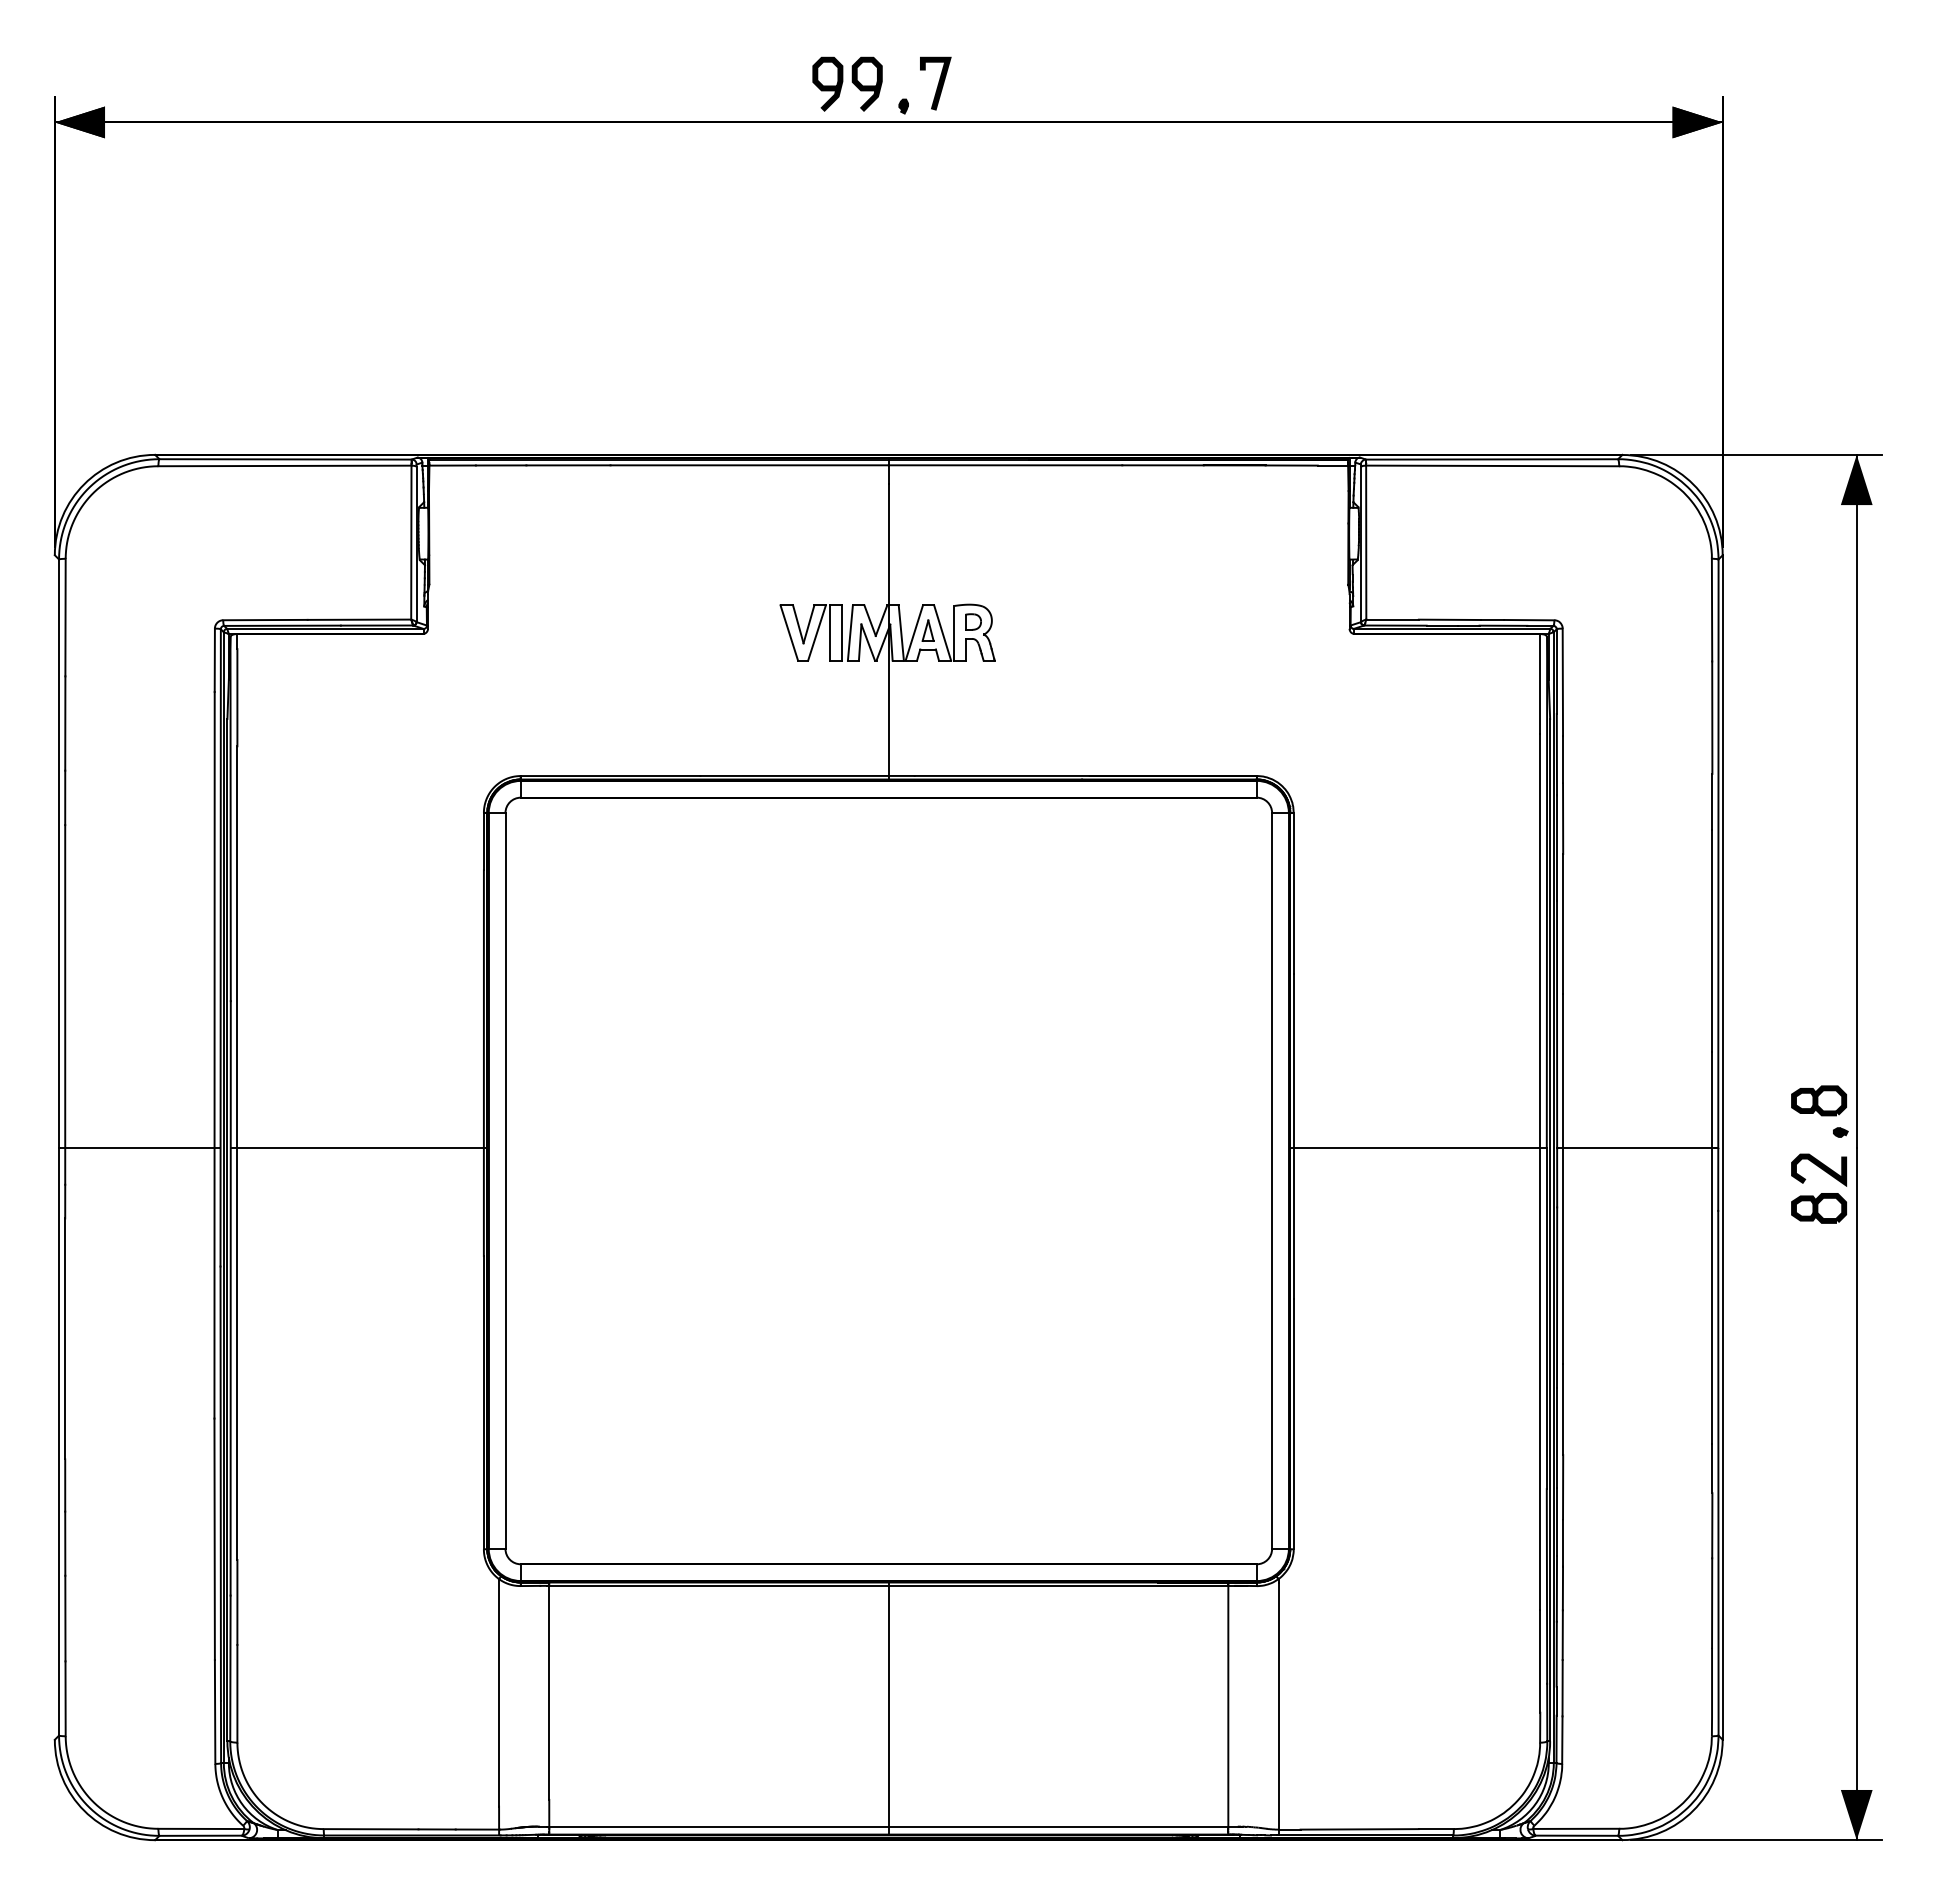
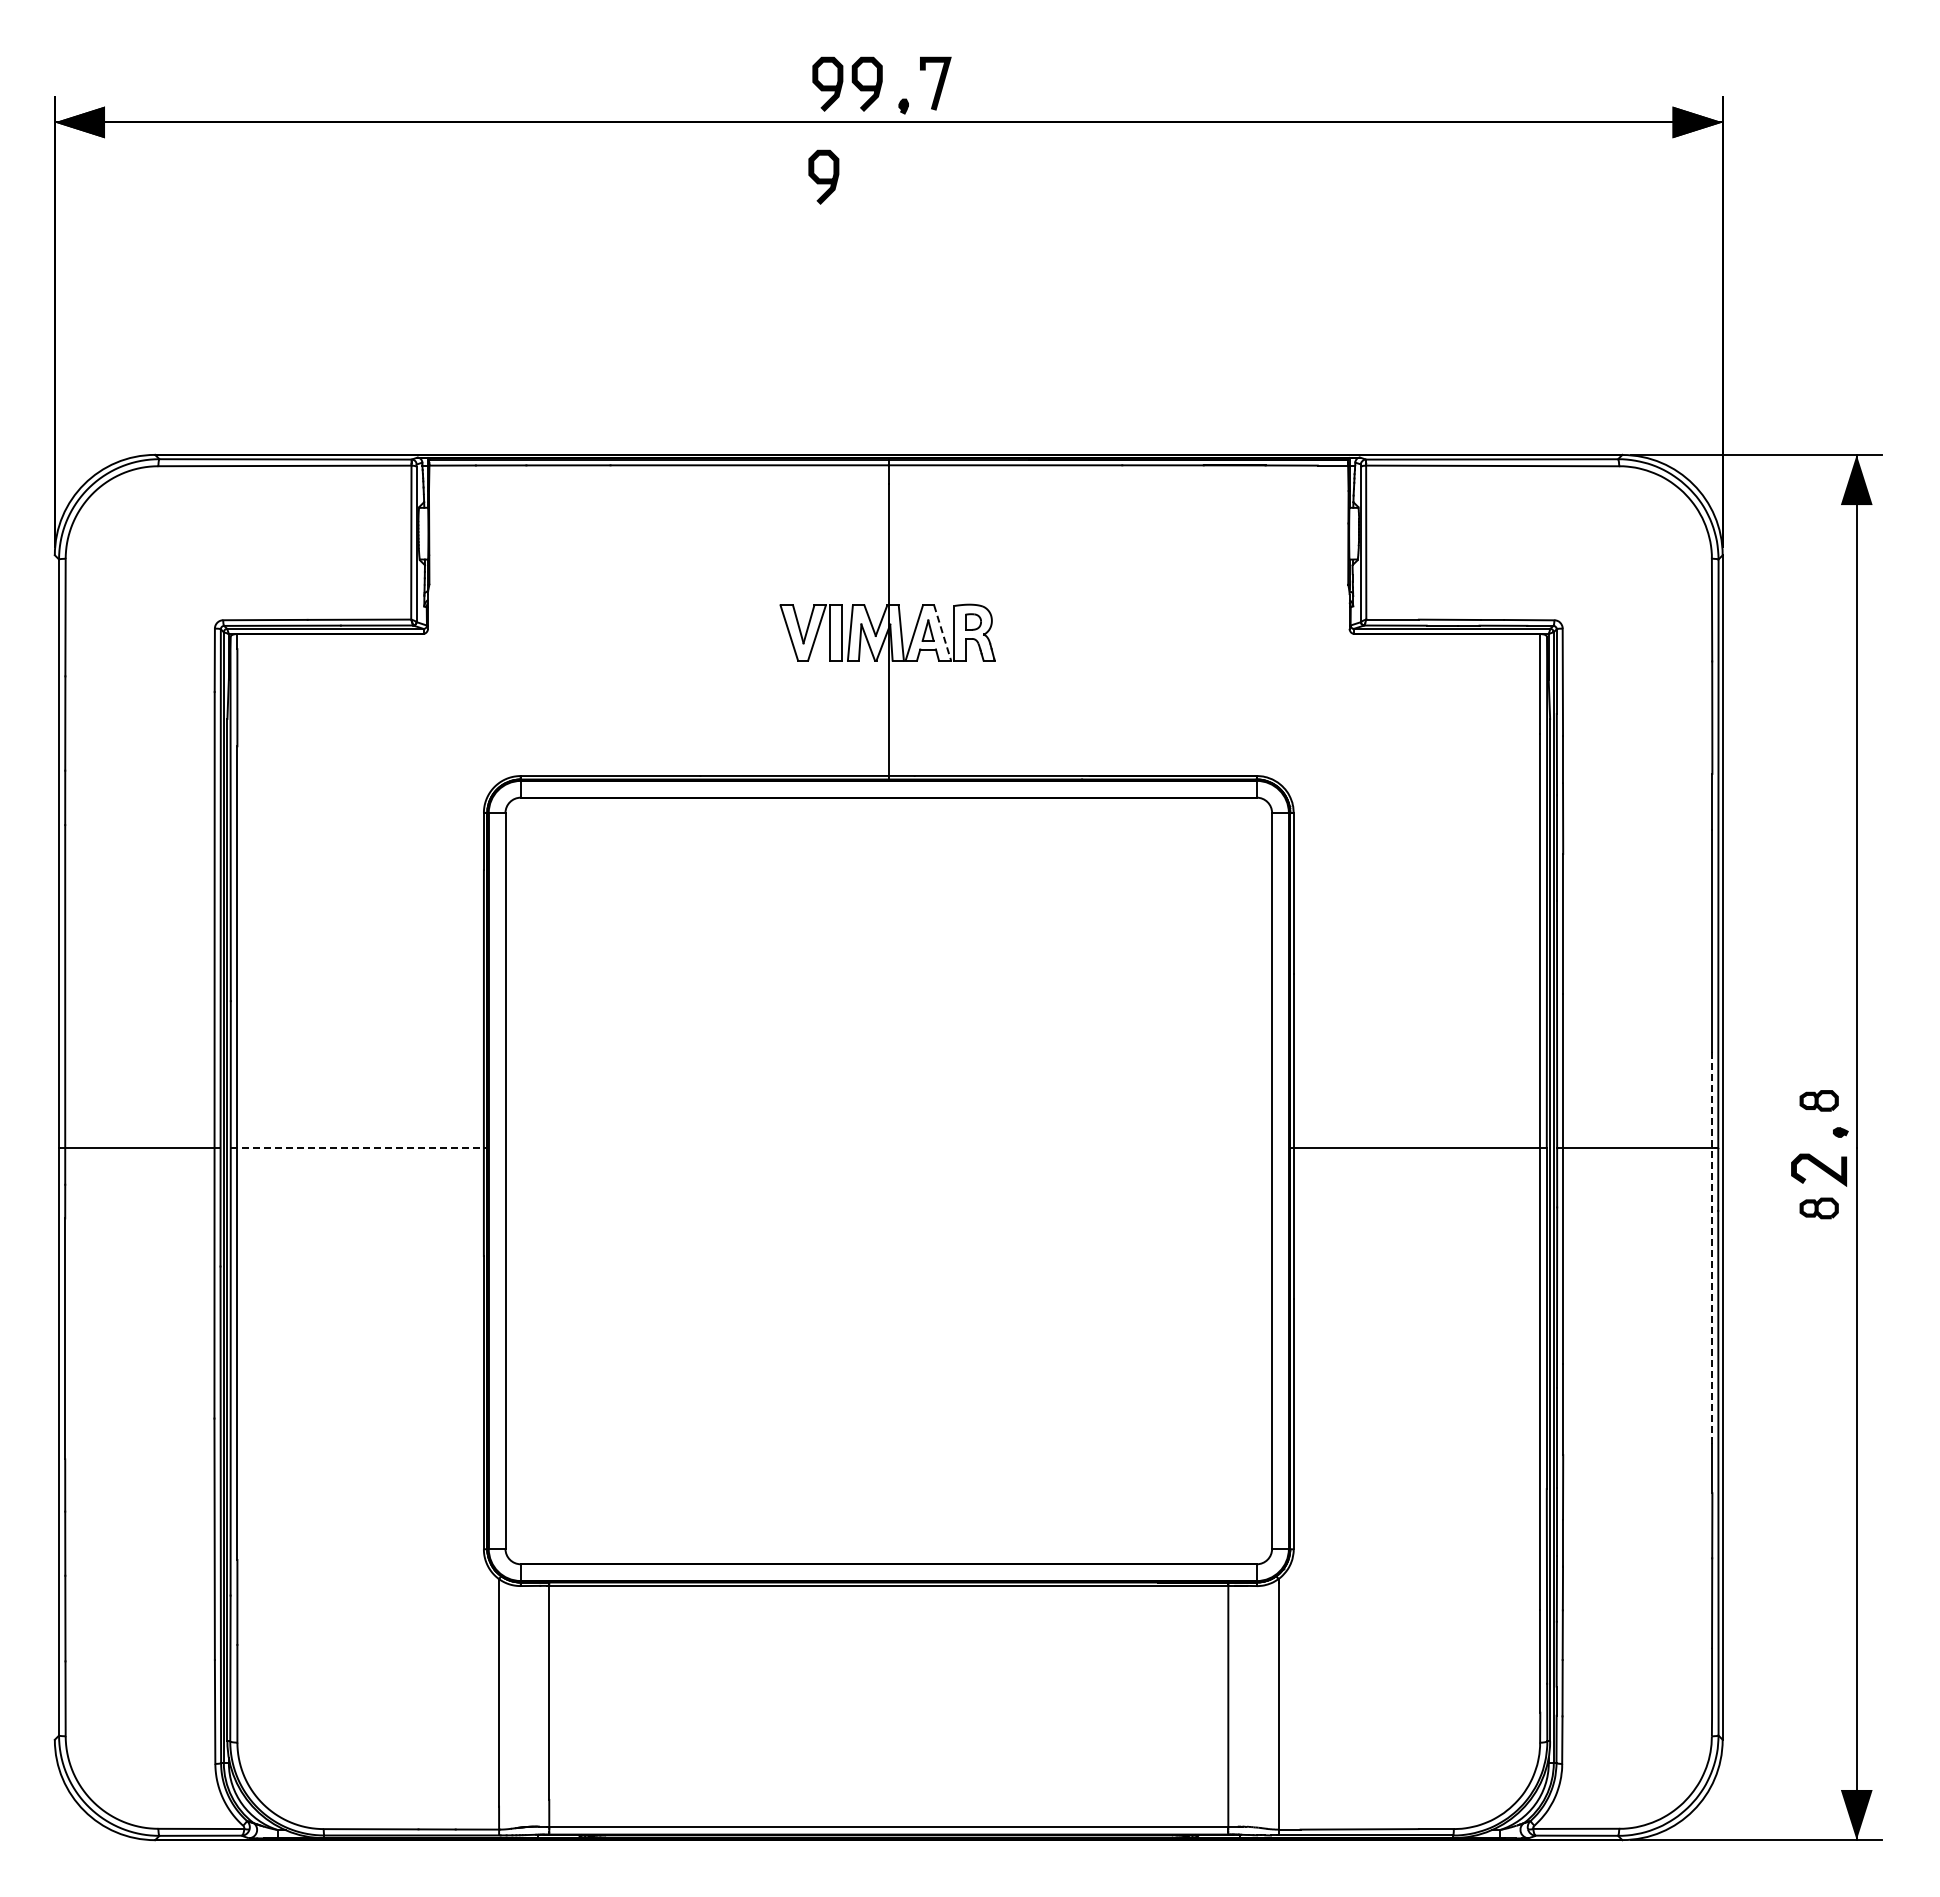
curve at (823, 178): none -> present
line at (942, 632): solid -> dashed
part at (1819, 1100) size: 57x32 px -> 40x22 px
line at (358, 1147): solid -> dashed
part at (1819, 1208) size: 57x31 px -> 40x23 px
line at (1712, 1247): solid -> dashed
line at (888, 1708): present -> none
